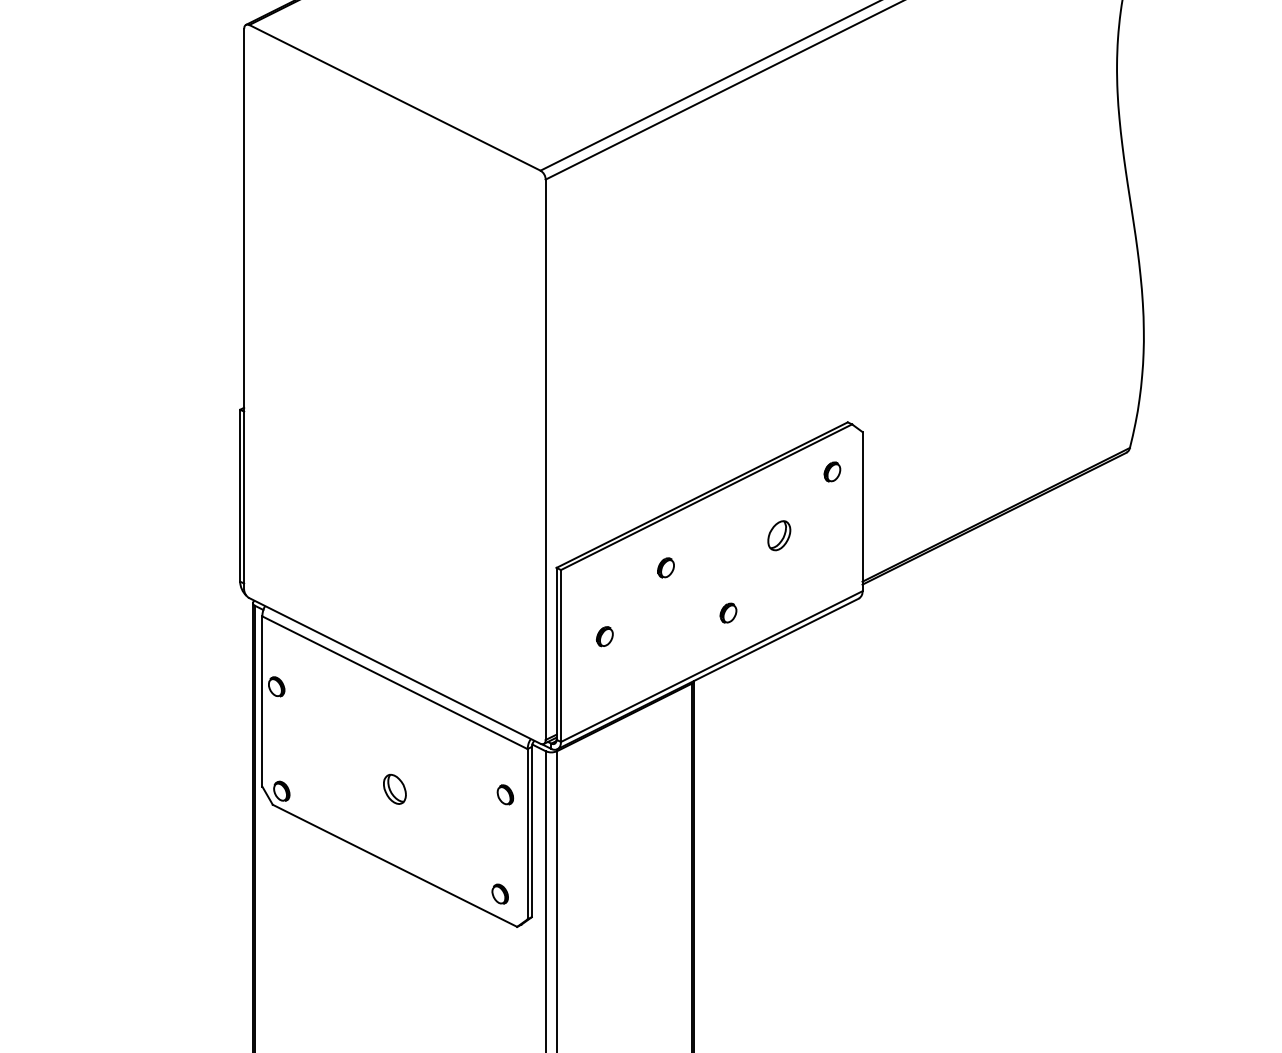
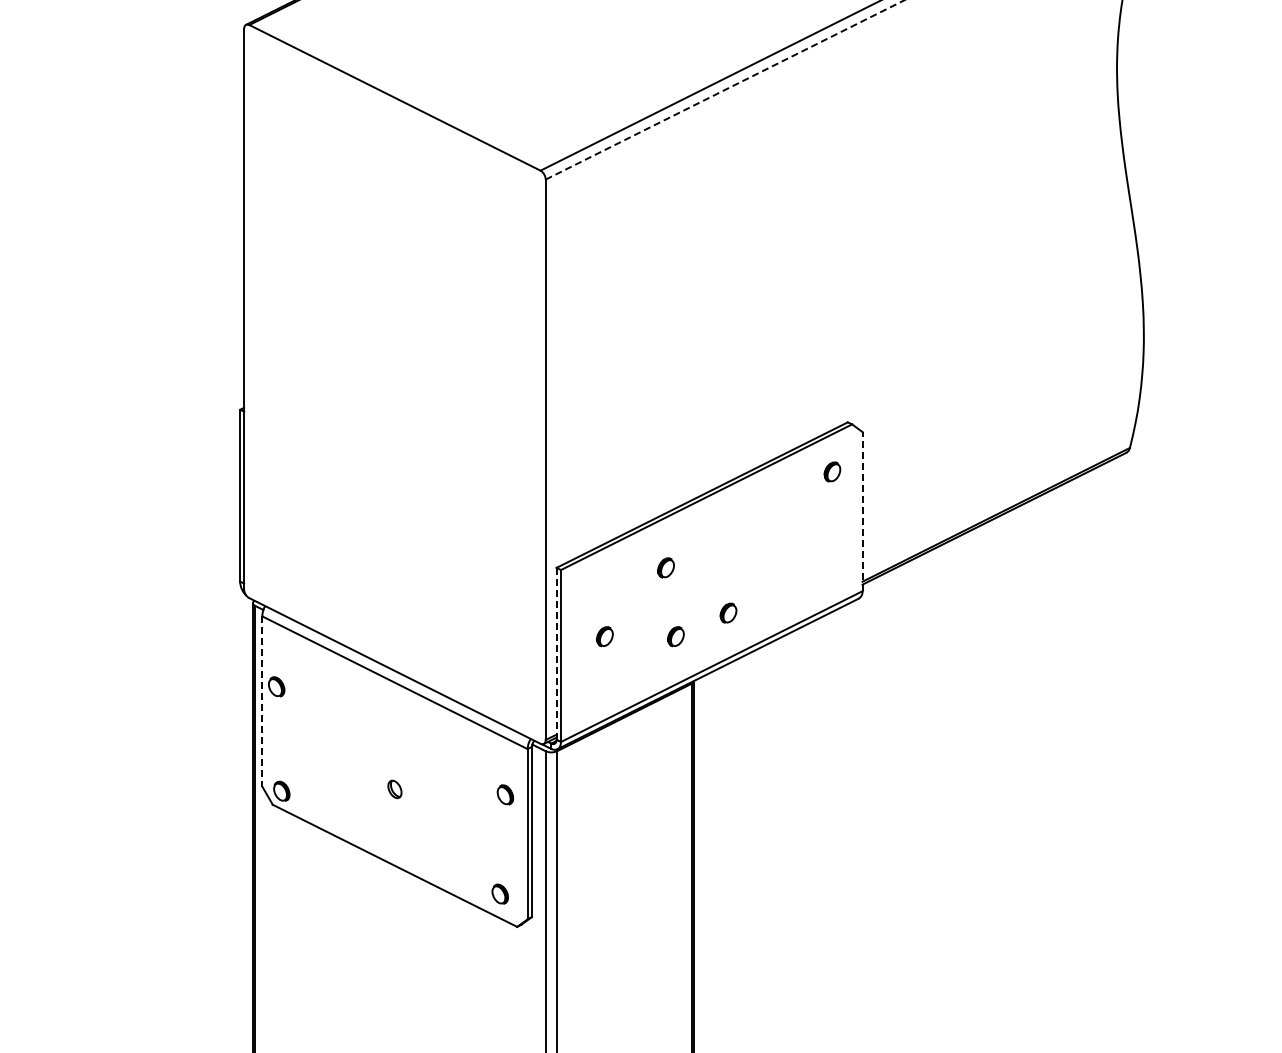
line at (725, 89): solid -> dashed
line at (862, 511): solid -> dashed
part at (779, 535): present -> none
part at (675, 636): none -> present
line at (556, 653): solid -> dashed
line at (262, 702): solid -> dashed
part at (394, 789) size: 24x31 px -> 16x21 px
